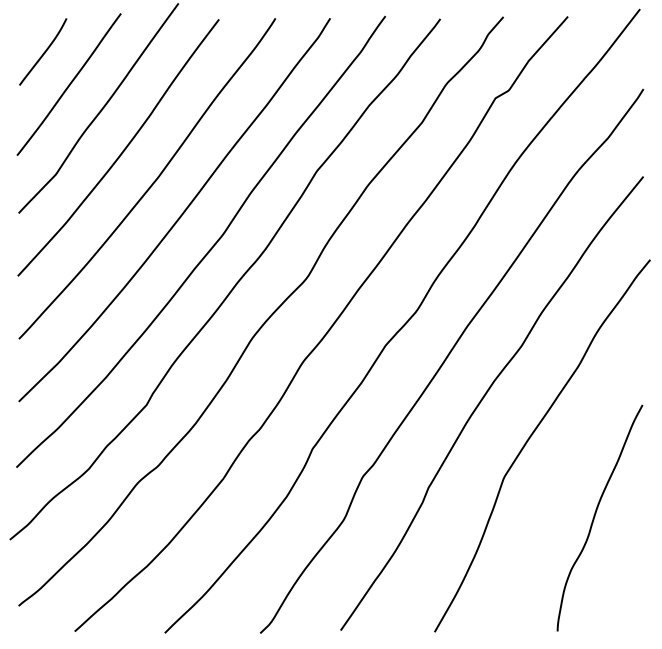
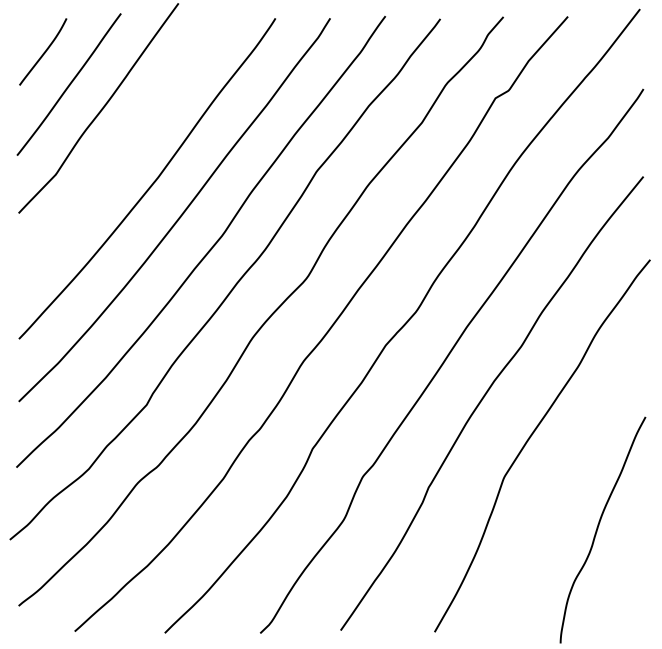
curve at (122, 150): present -> none
curve at (595, 516) position: (595, 516) -> (598, 528)
